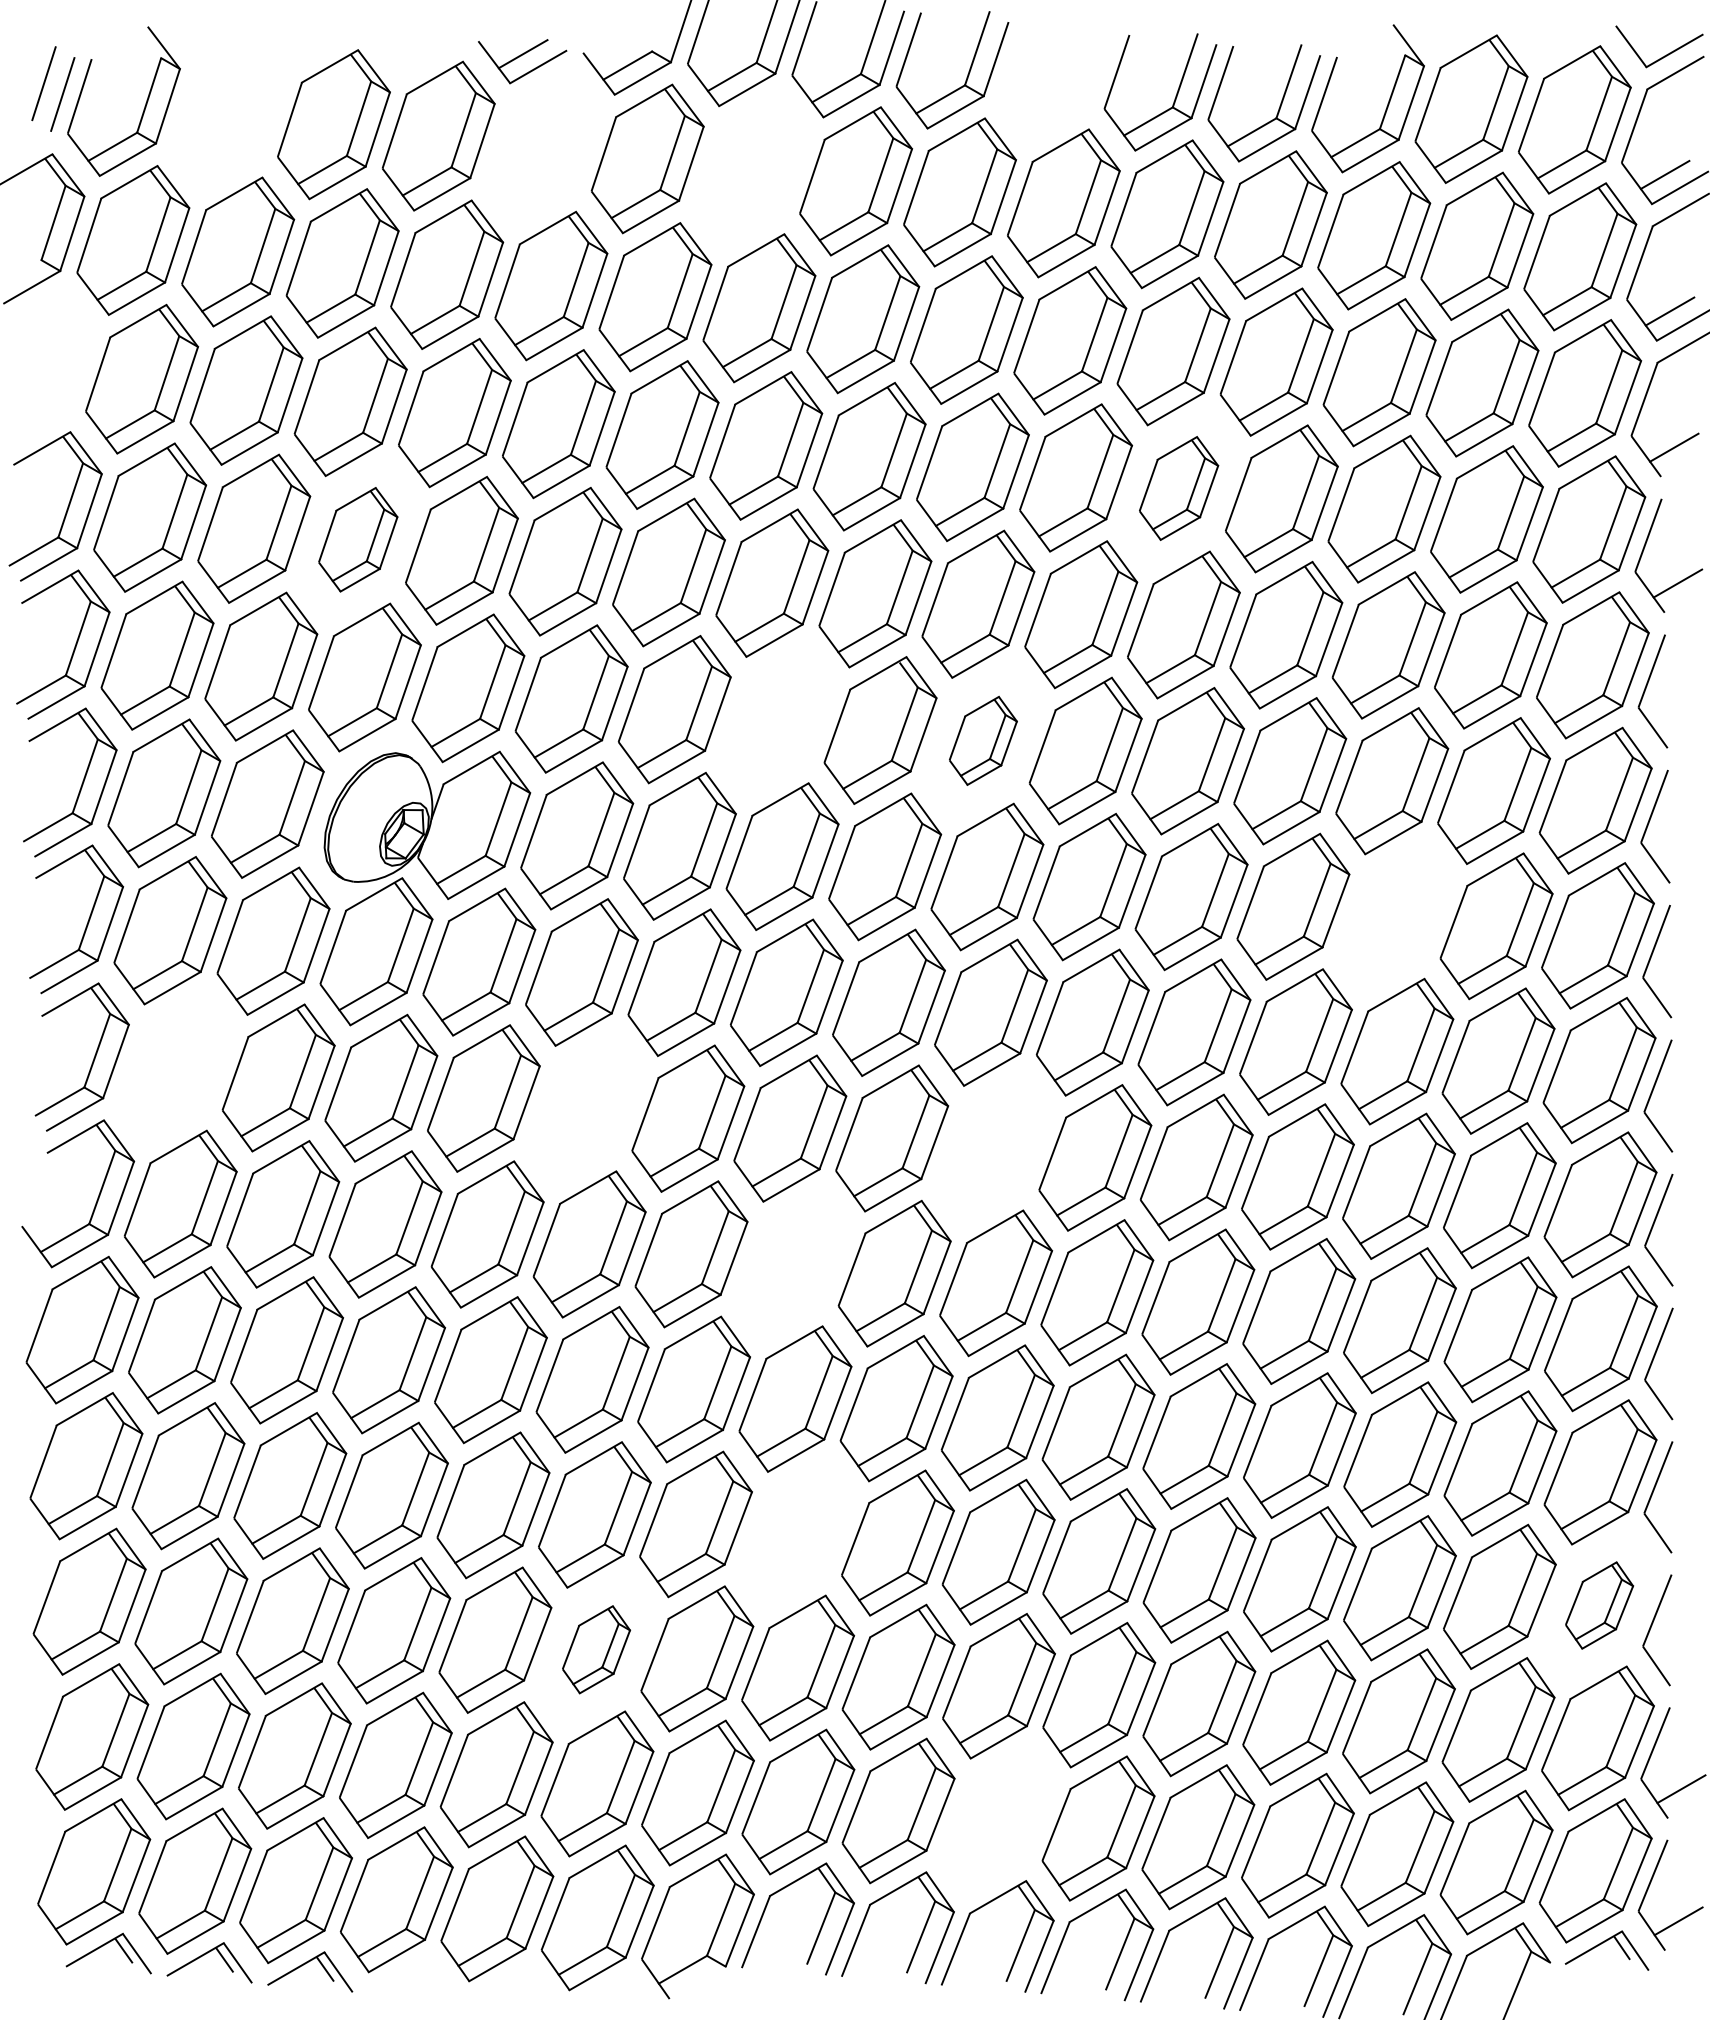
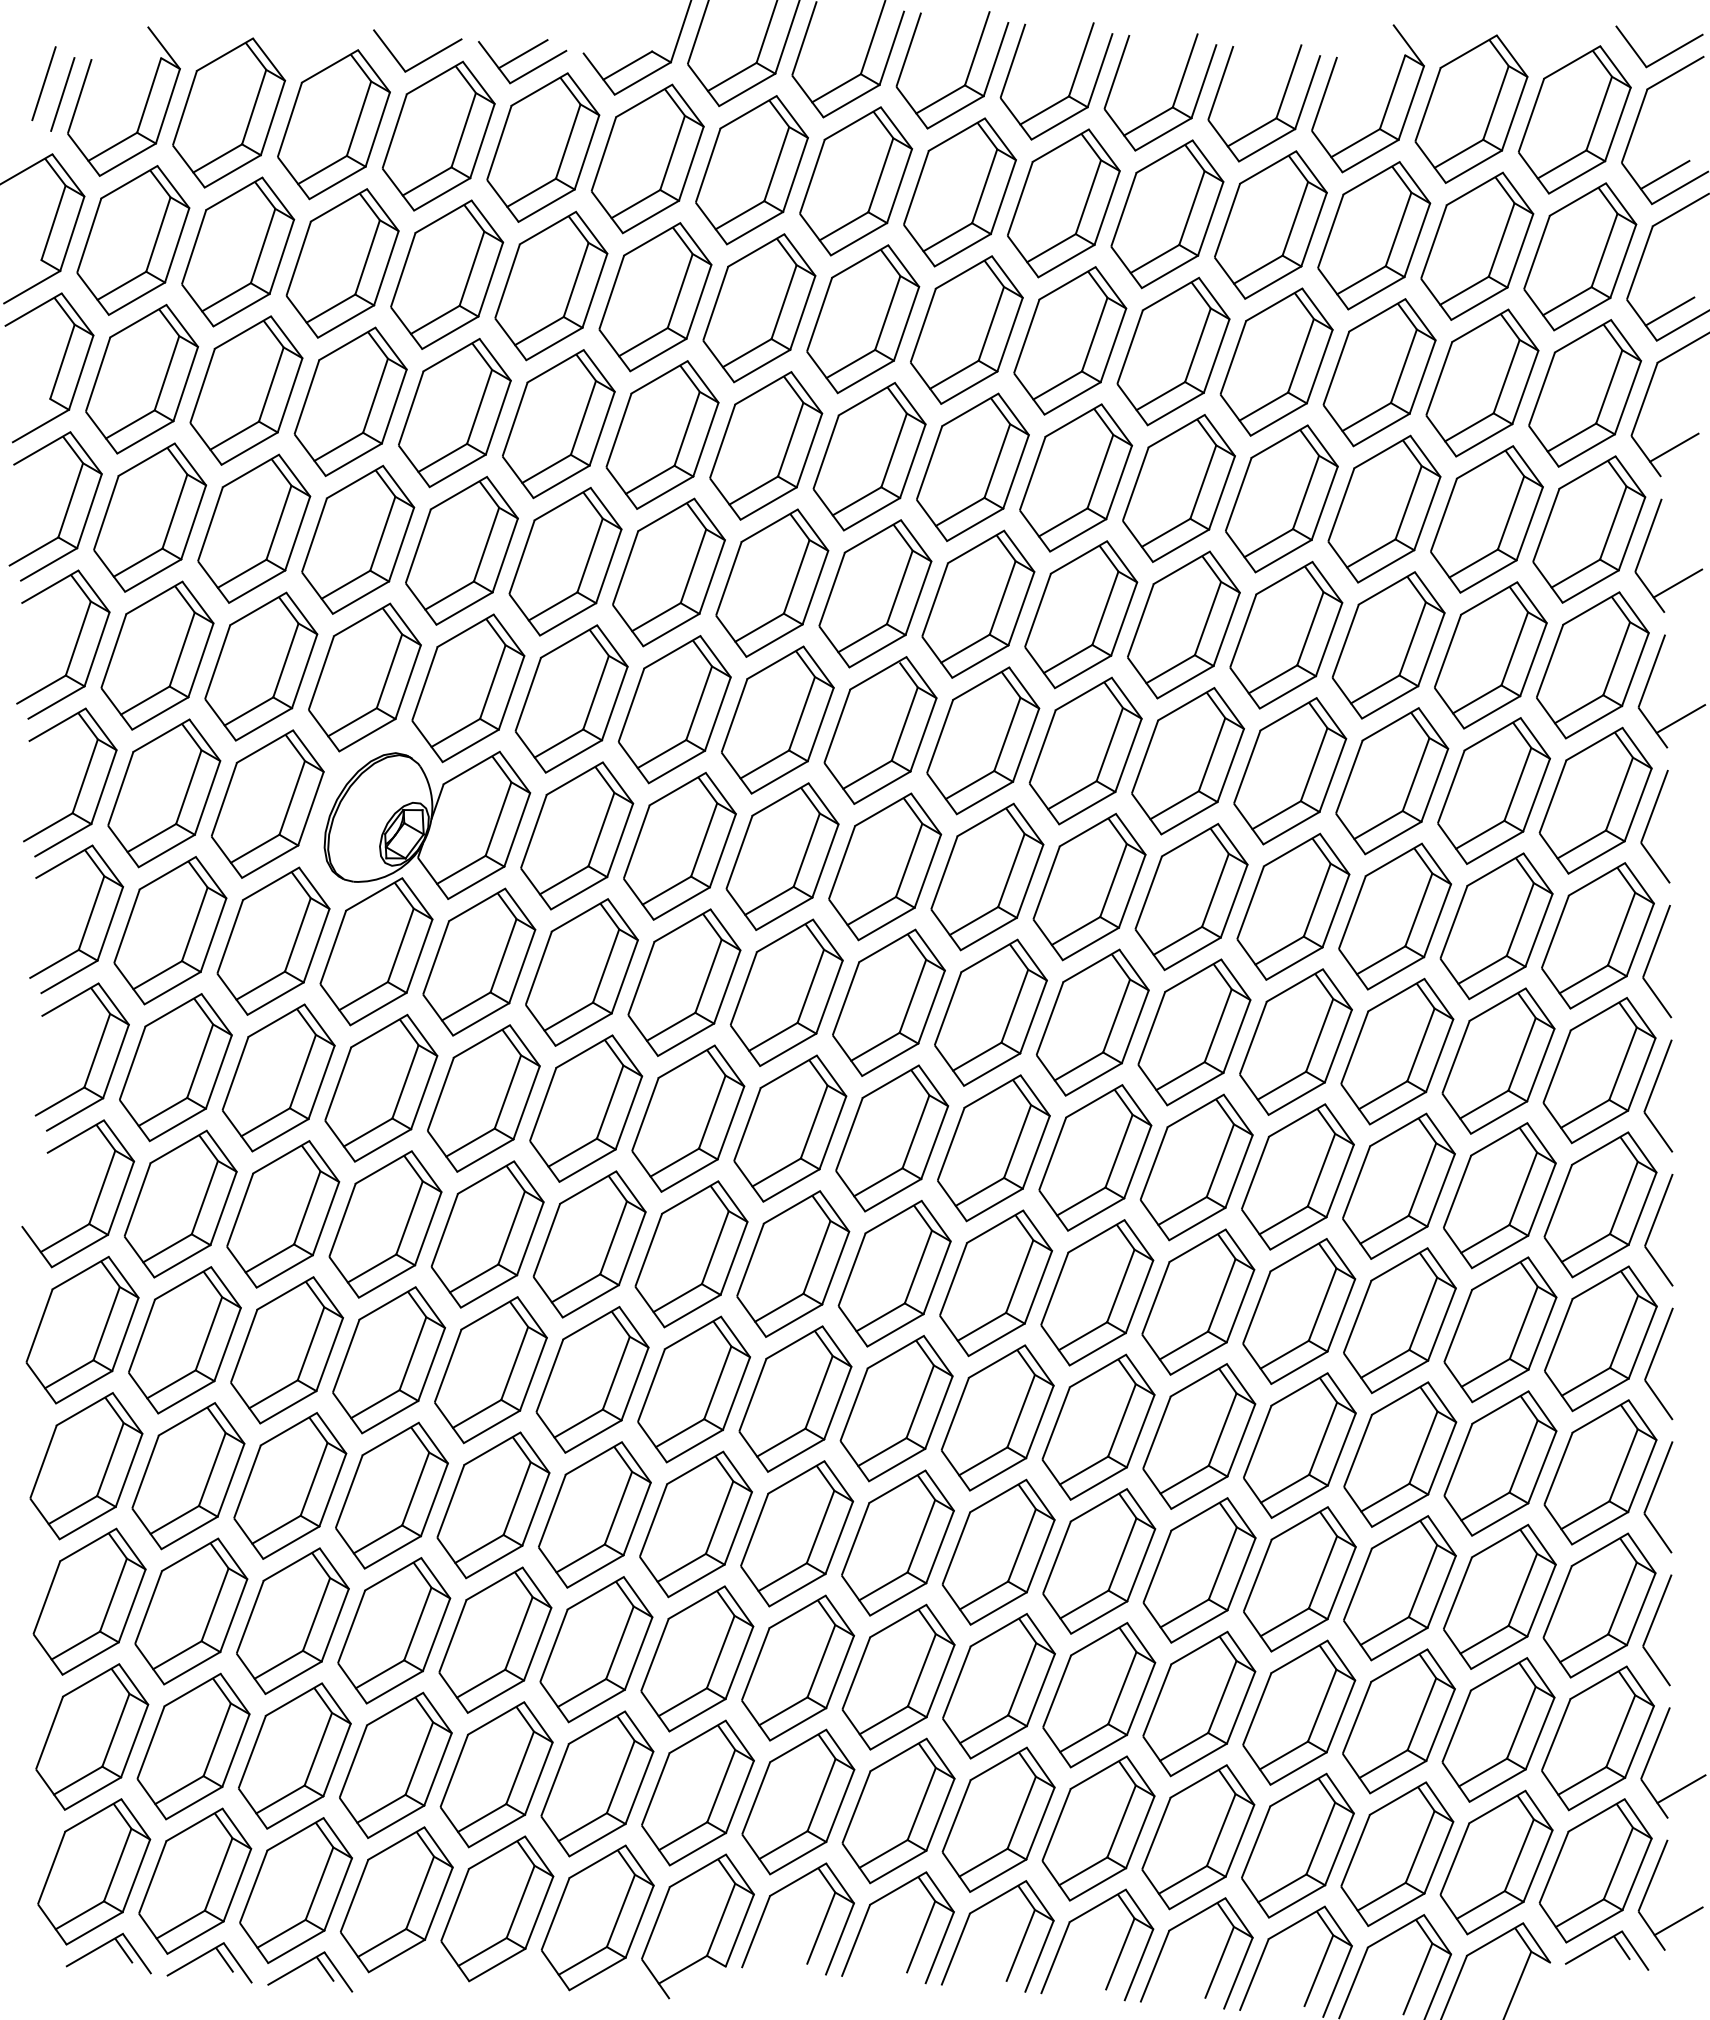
part at (422, 60): none -> present
part at (1071, 85): none -> present
part at (229, 112): none -> present
part at (543, 147): none -> present
part at (751, 170): none -> present
part at (58, 370): none -> present
part at (1179, 488) size: 81x105 px -> 114x149 px
part at (358, 539) size: 81x106 px -> 115x151 px
line at (1680, 718): none -> present
part at (777, 719): none -> present
part at (983, 740) size: 69x91 px -> 115x150 px
part at (1394, 916): none -> present
part at (175, 1067): none -> present
part at (586, 1108): none -> present
part at (993, 1148): none -> present
part at (793, 1263): none -> present
part at (797, 1533): none -> present
part at (1599, 1605) size: 70x89 px -> 115x147 px
part at (596, 1649) size: 70x90 px -> 115x148 px
part at (998, 1819): none -> present
